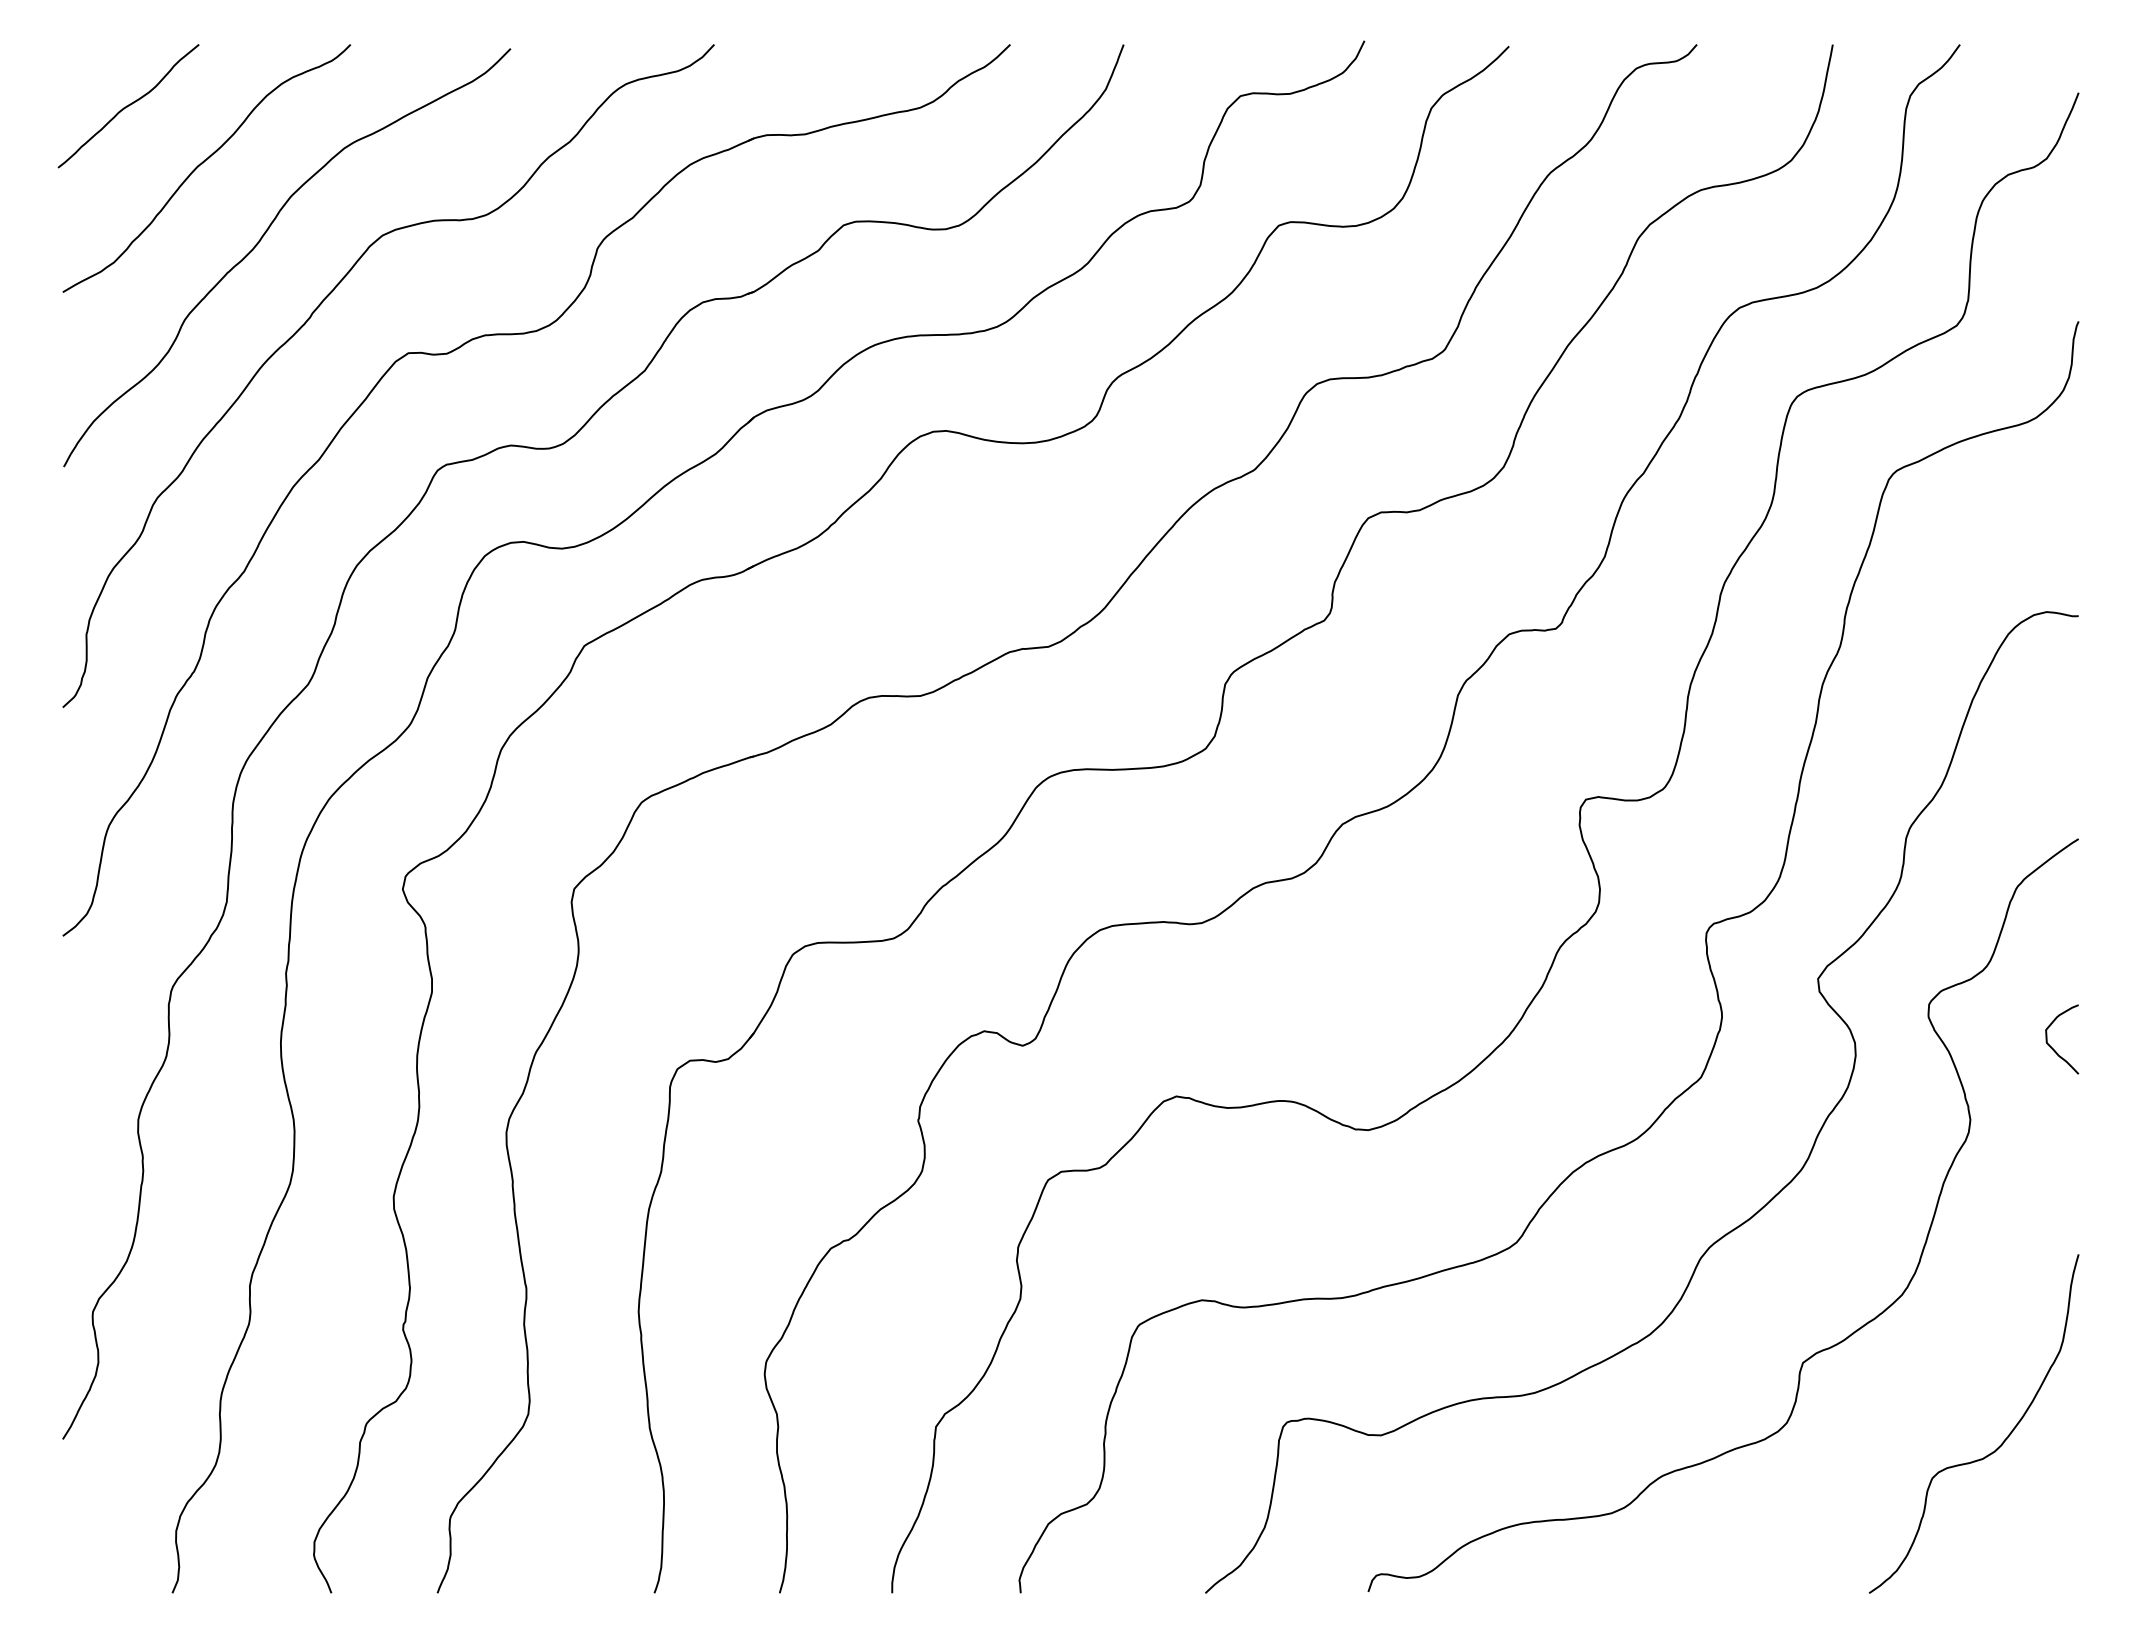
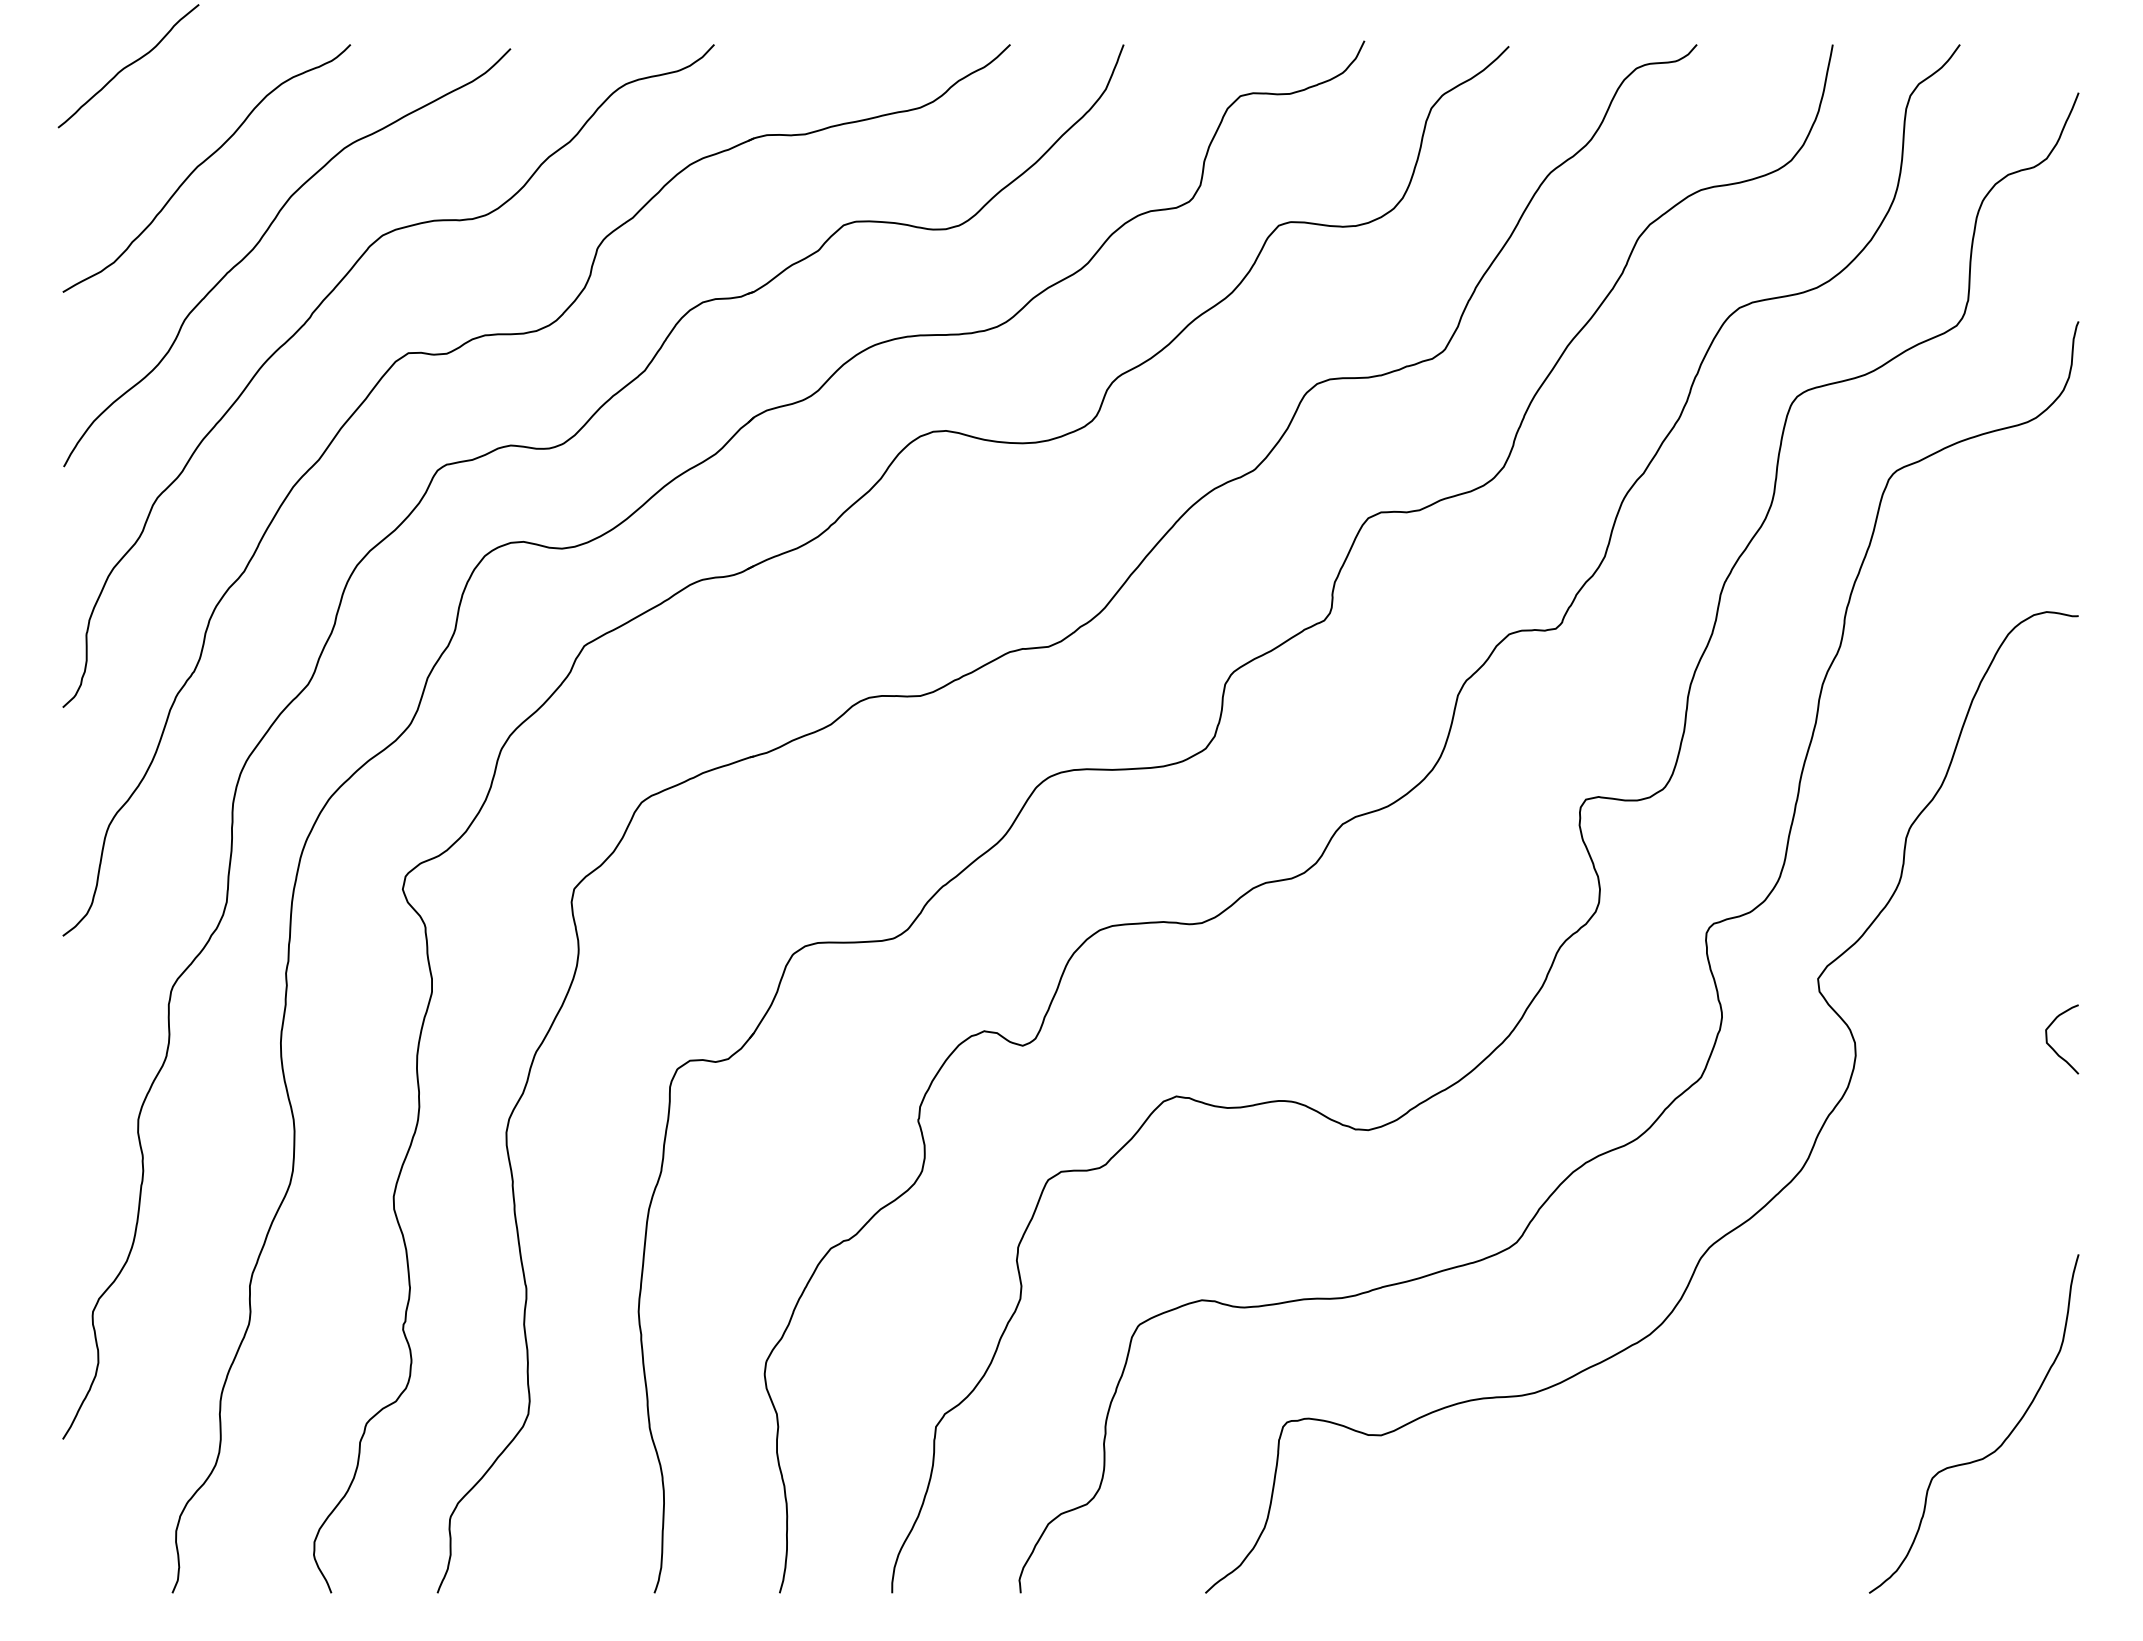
curve at (128, 106) position: (128, 106) -> (128, 66)
curve at (1815, 1352): present -> none
